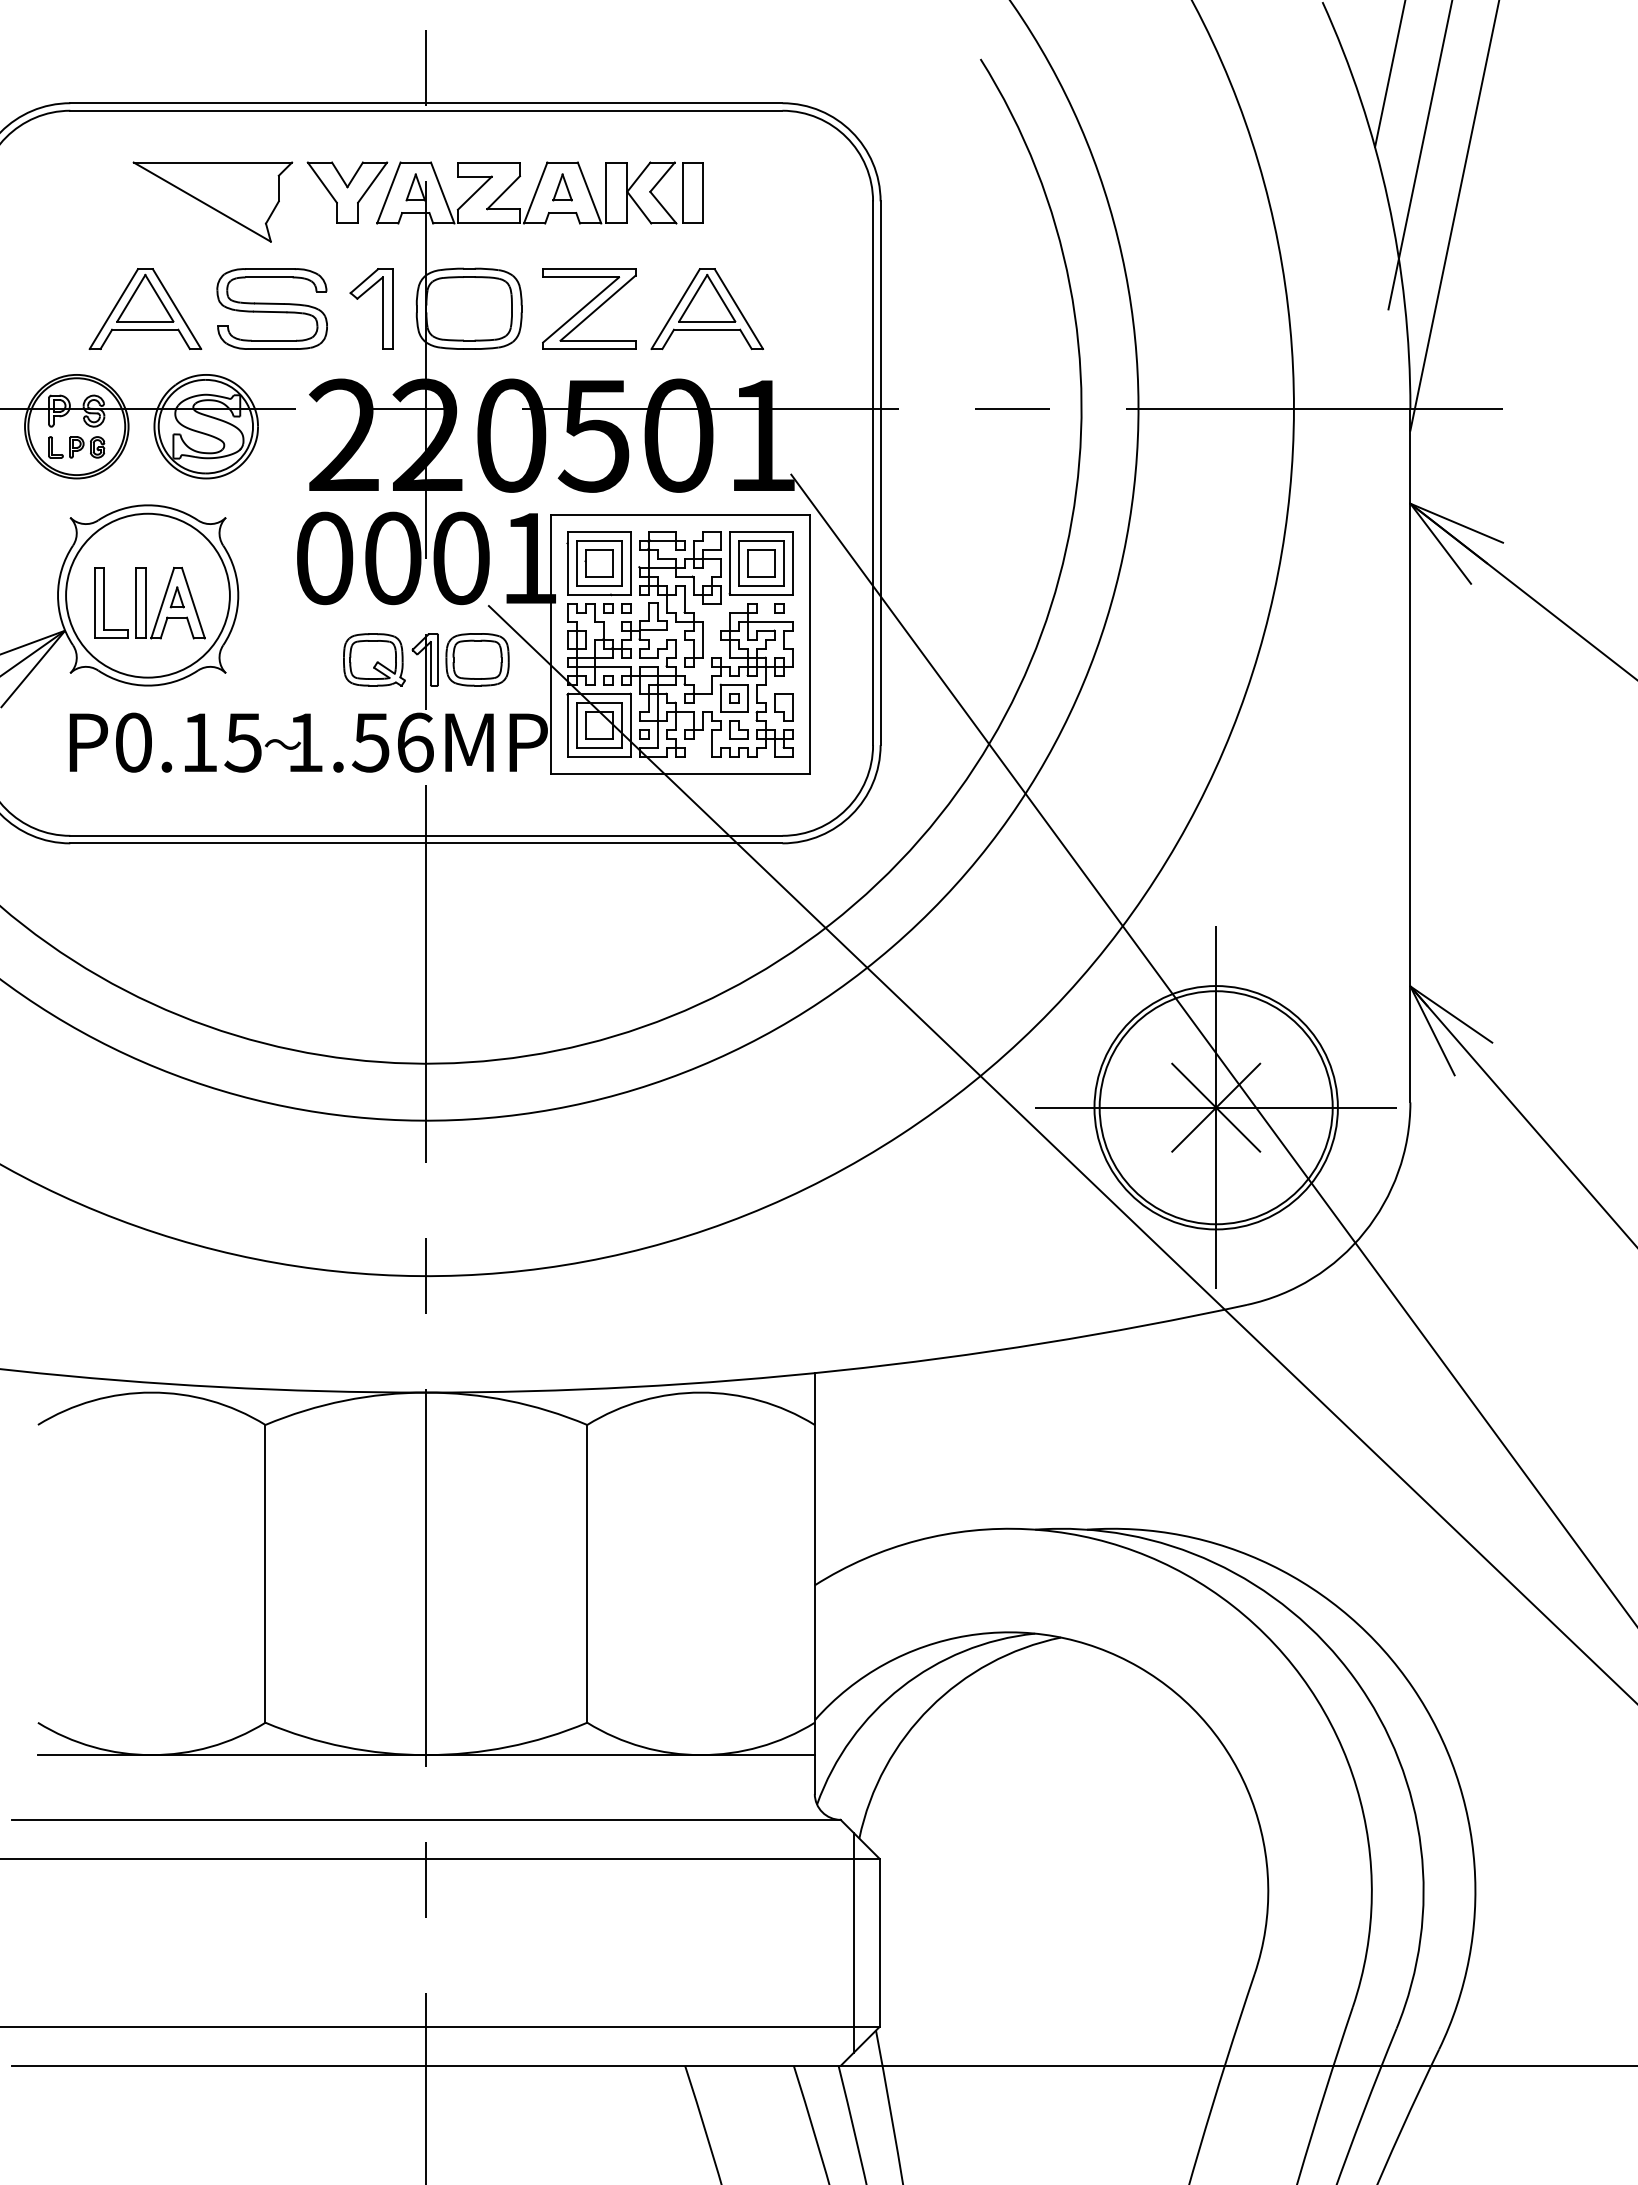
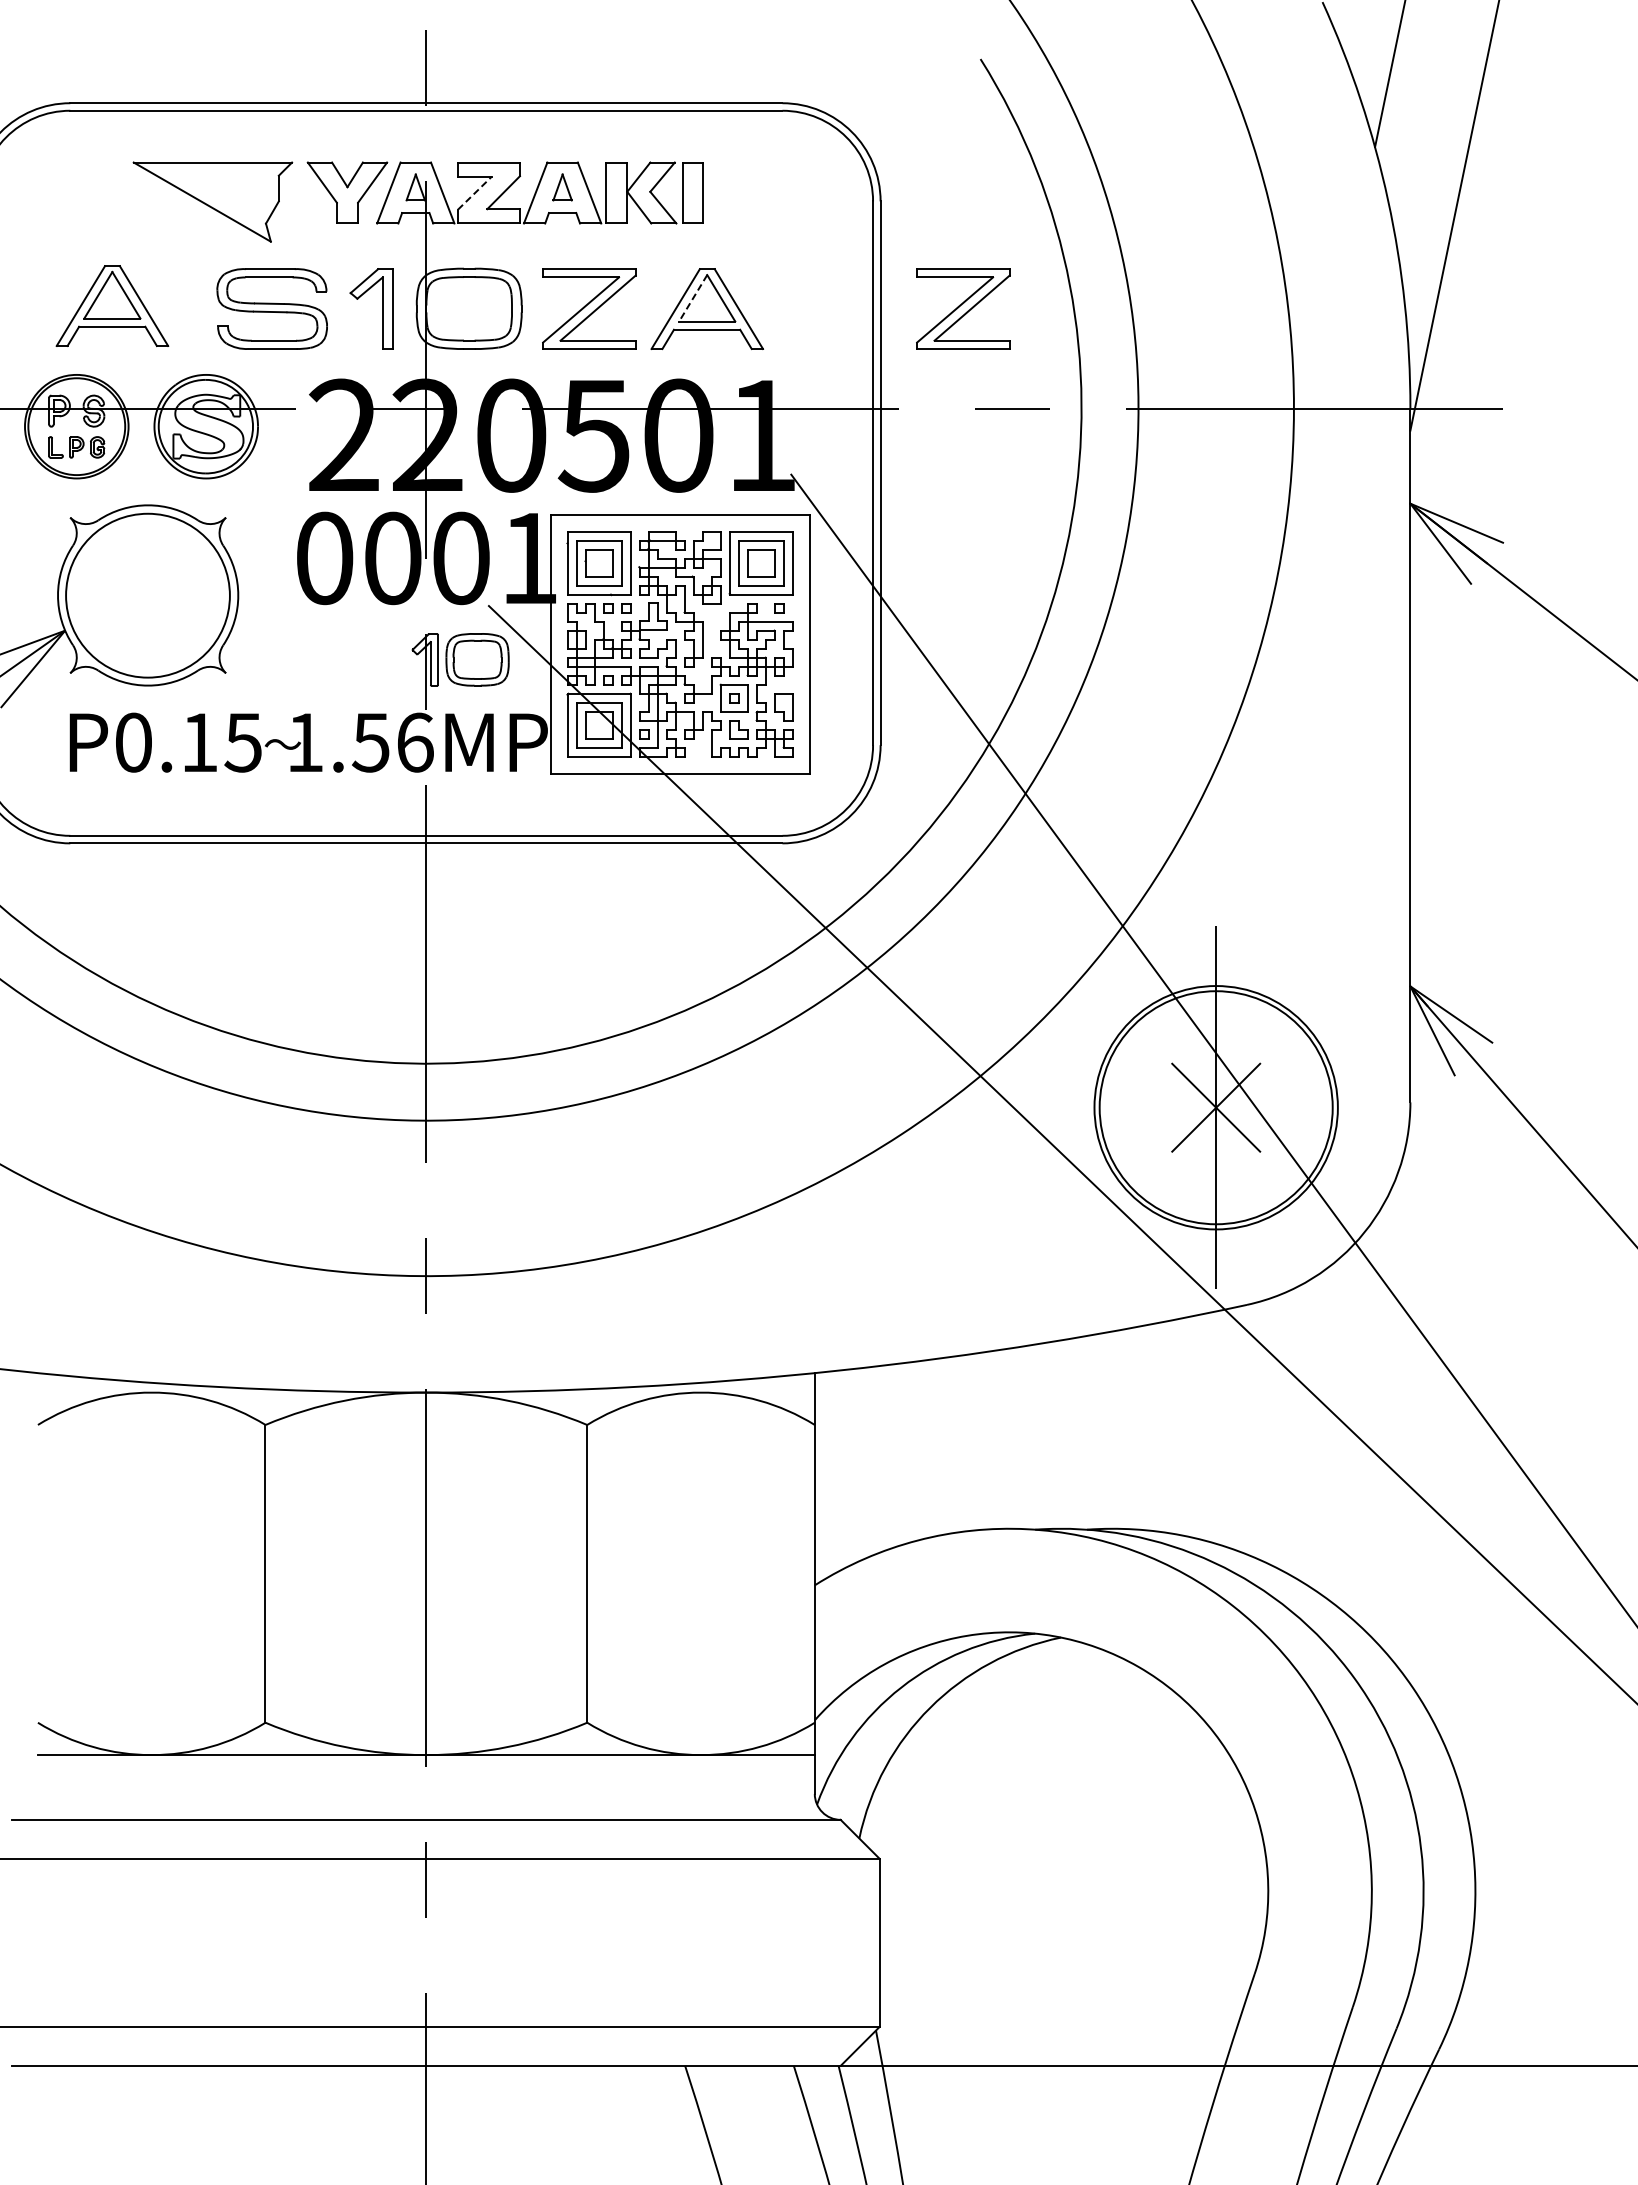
line at (1419, 156): present -> none
line at (474, 193): solid -> dashed
line at (692, 298): solid -> dashed
part at (145, 308) position: (145, 308) -> (112, 305)
part at (963, 308): none -> present
part at (149, 603): present -> none
part at (374, 659): present -> none
line at (1215, 1107): present -> none
line at (853, 1942): present -> none
